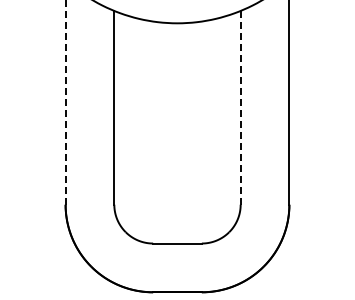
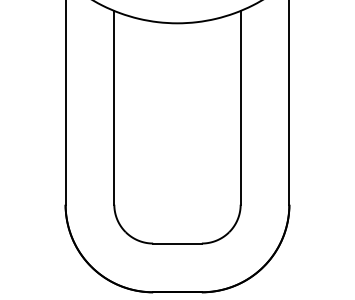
line at (65, 102): dashed -> solid
line at (240, 107): dashed -> solid
